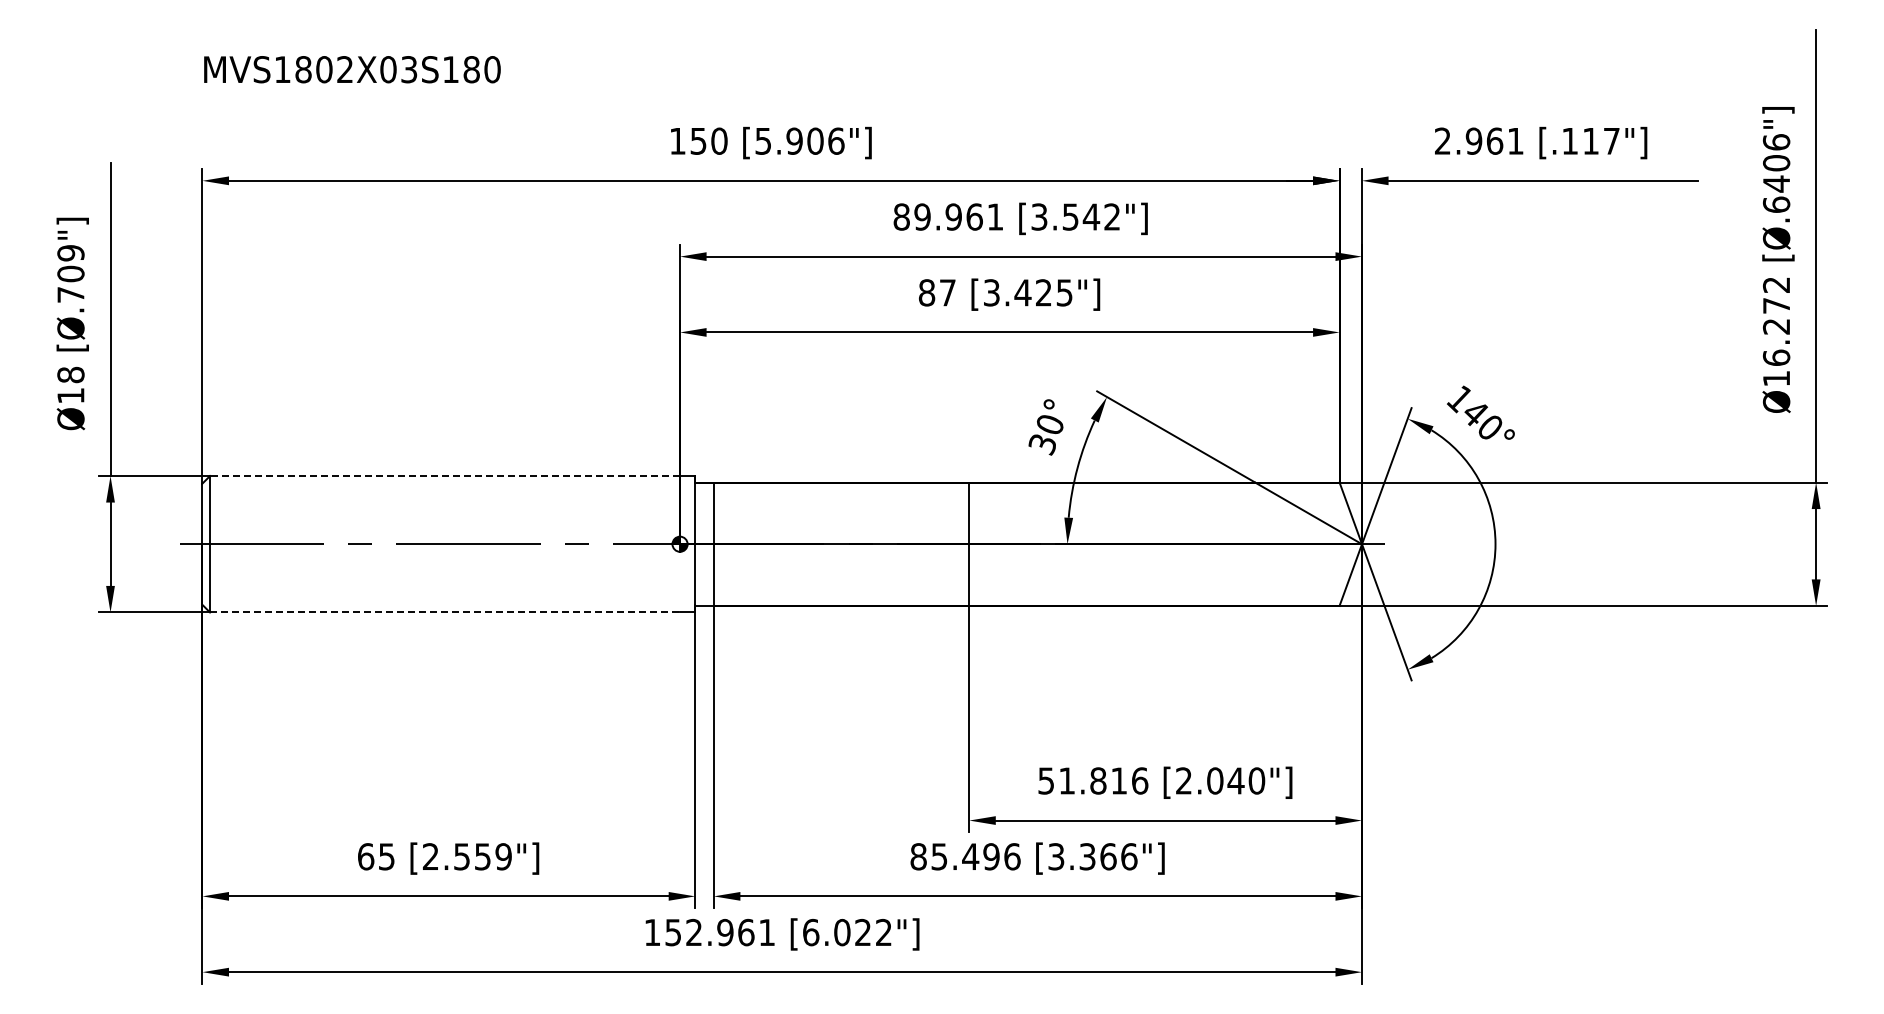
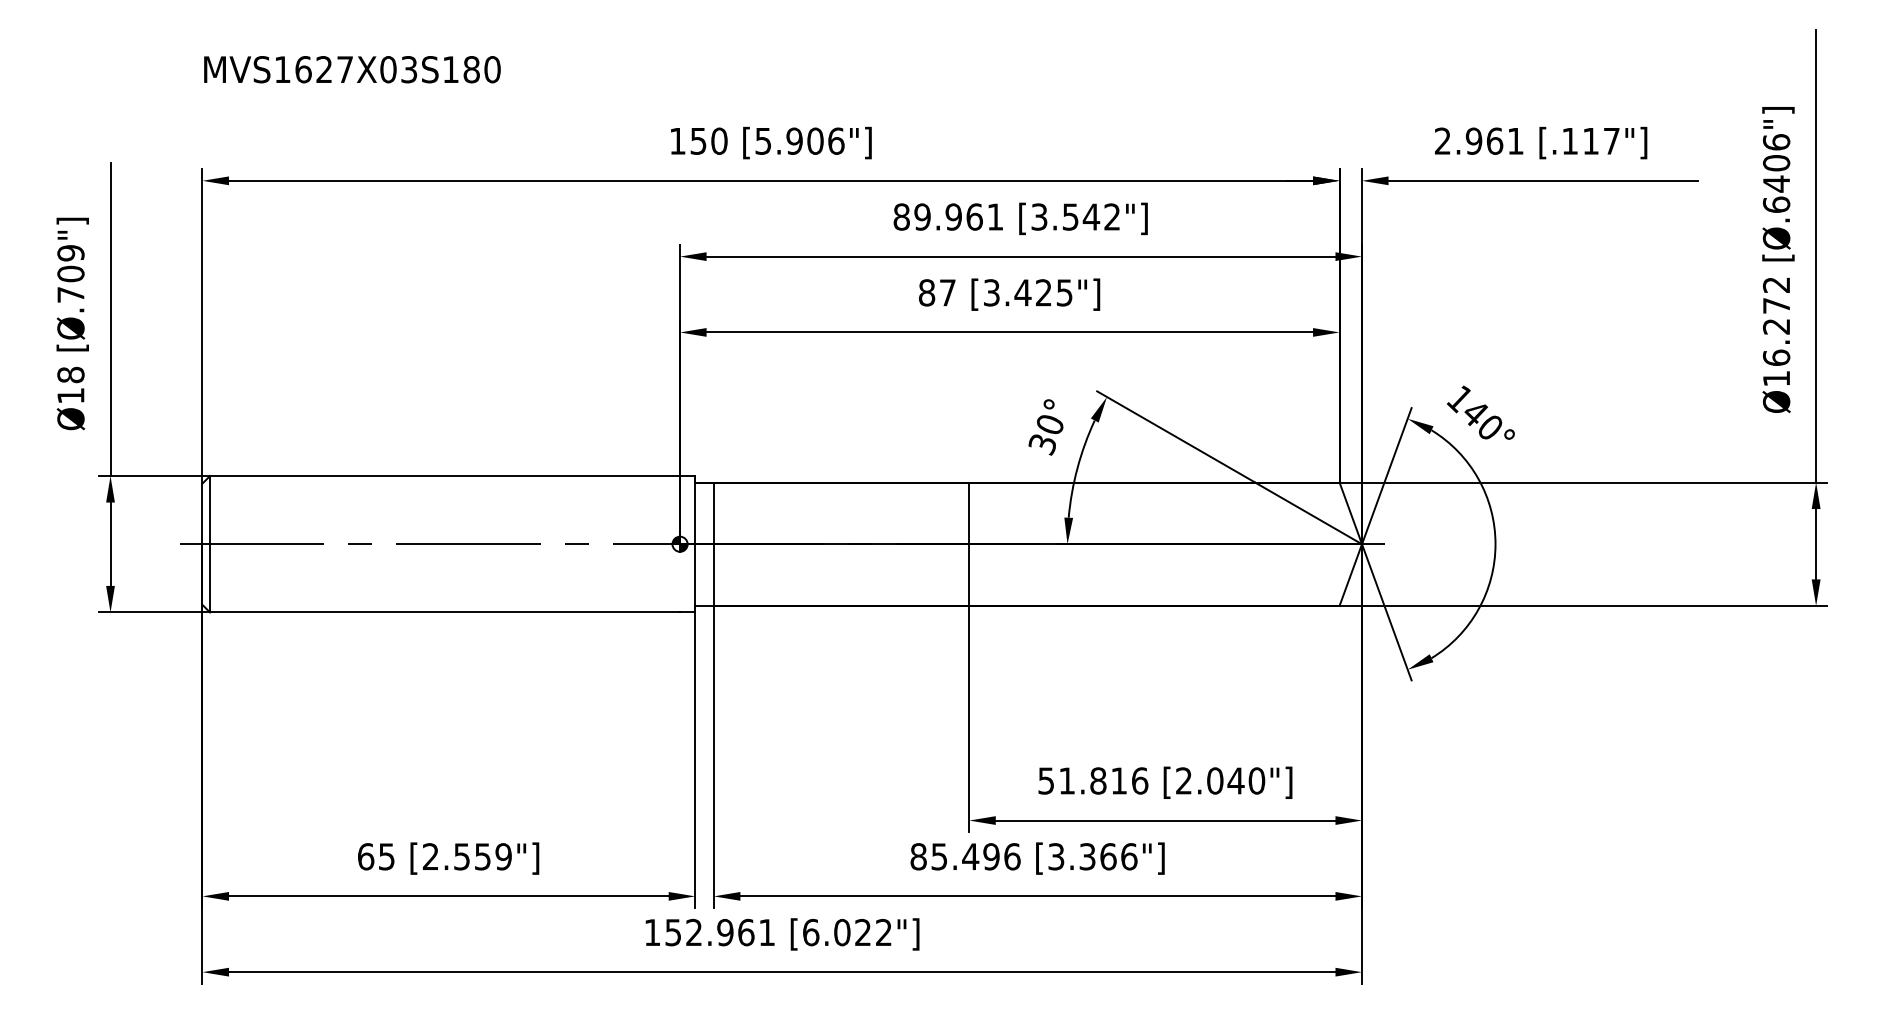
text at (323, 69): MVS1802X03S180 -> MVS1627X03S180
line at (444, 476): dashed -> solid
line at (445, 612): dashed -> solid
